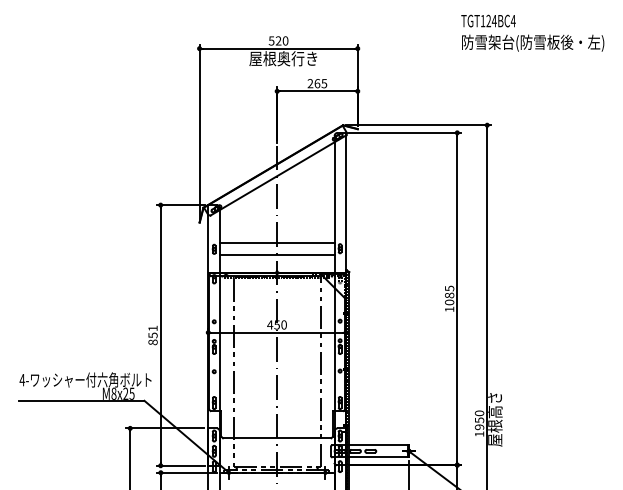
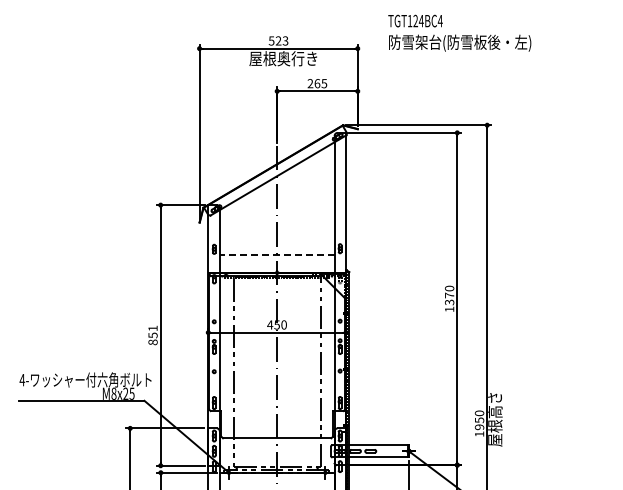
text at (532, 32) position: (532, 32) -> (459, 32)
text at (285, 40): 520 -> 523
line at (276, 242): present -> none
line at (276, 254): solid -> dashed
text at (449, 295): 1085 -> 1370
